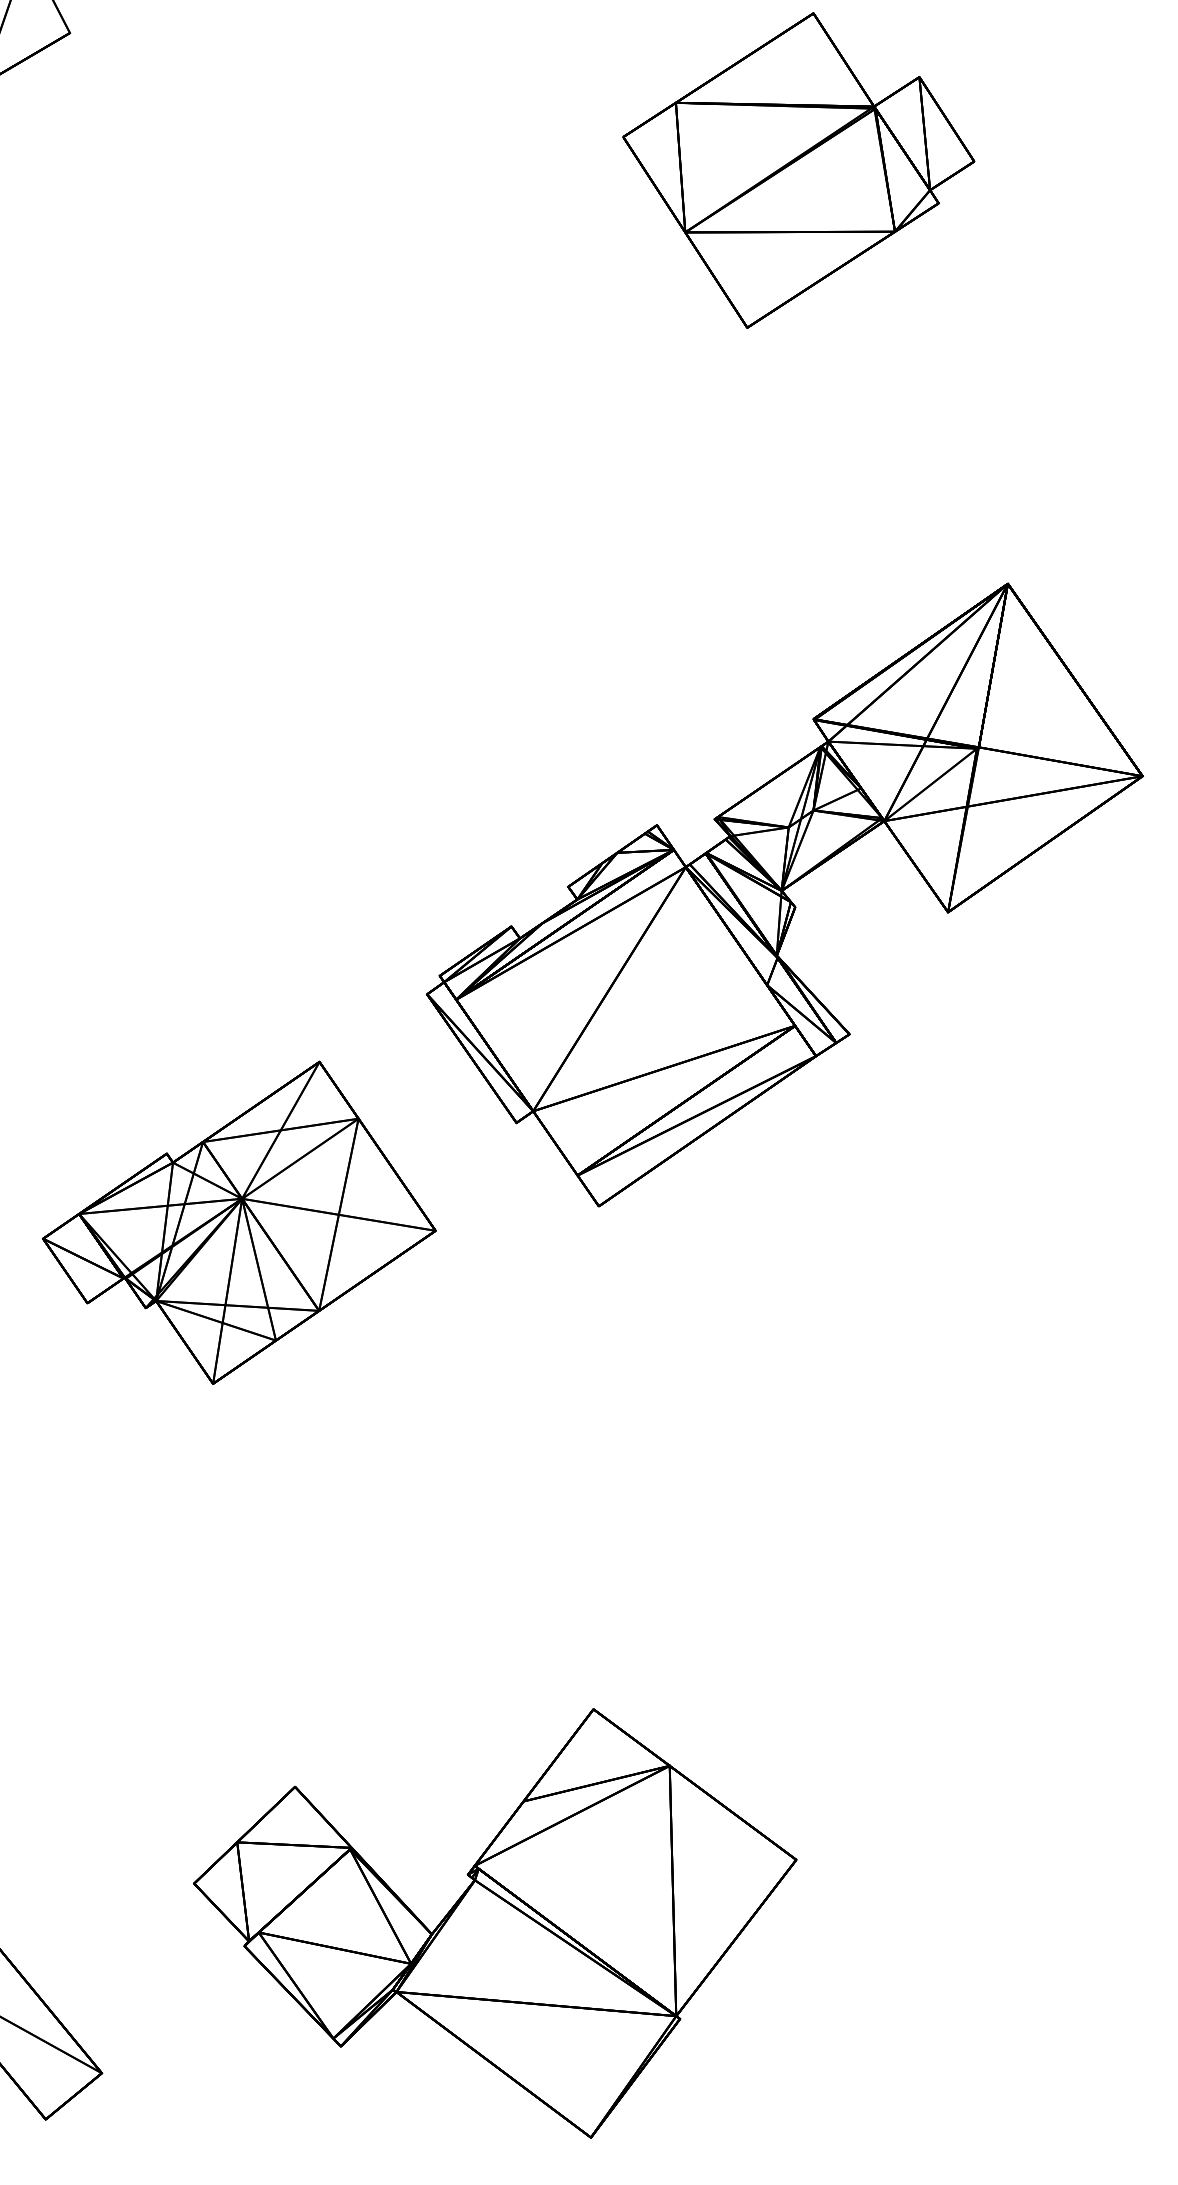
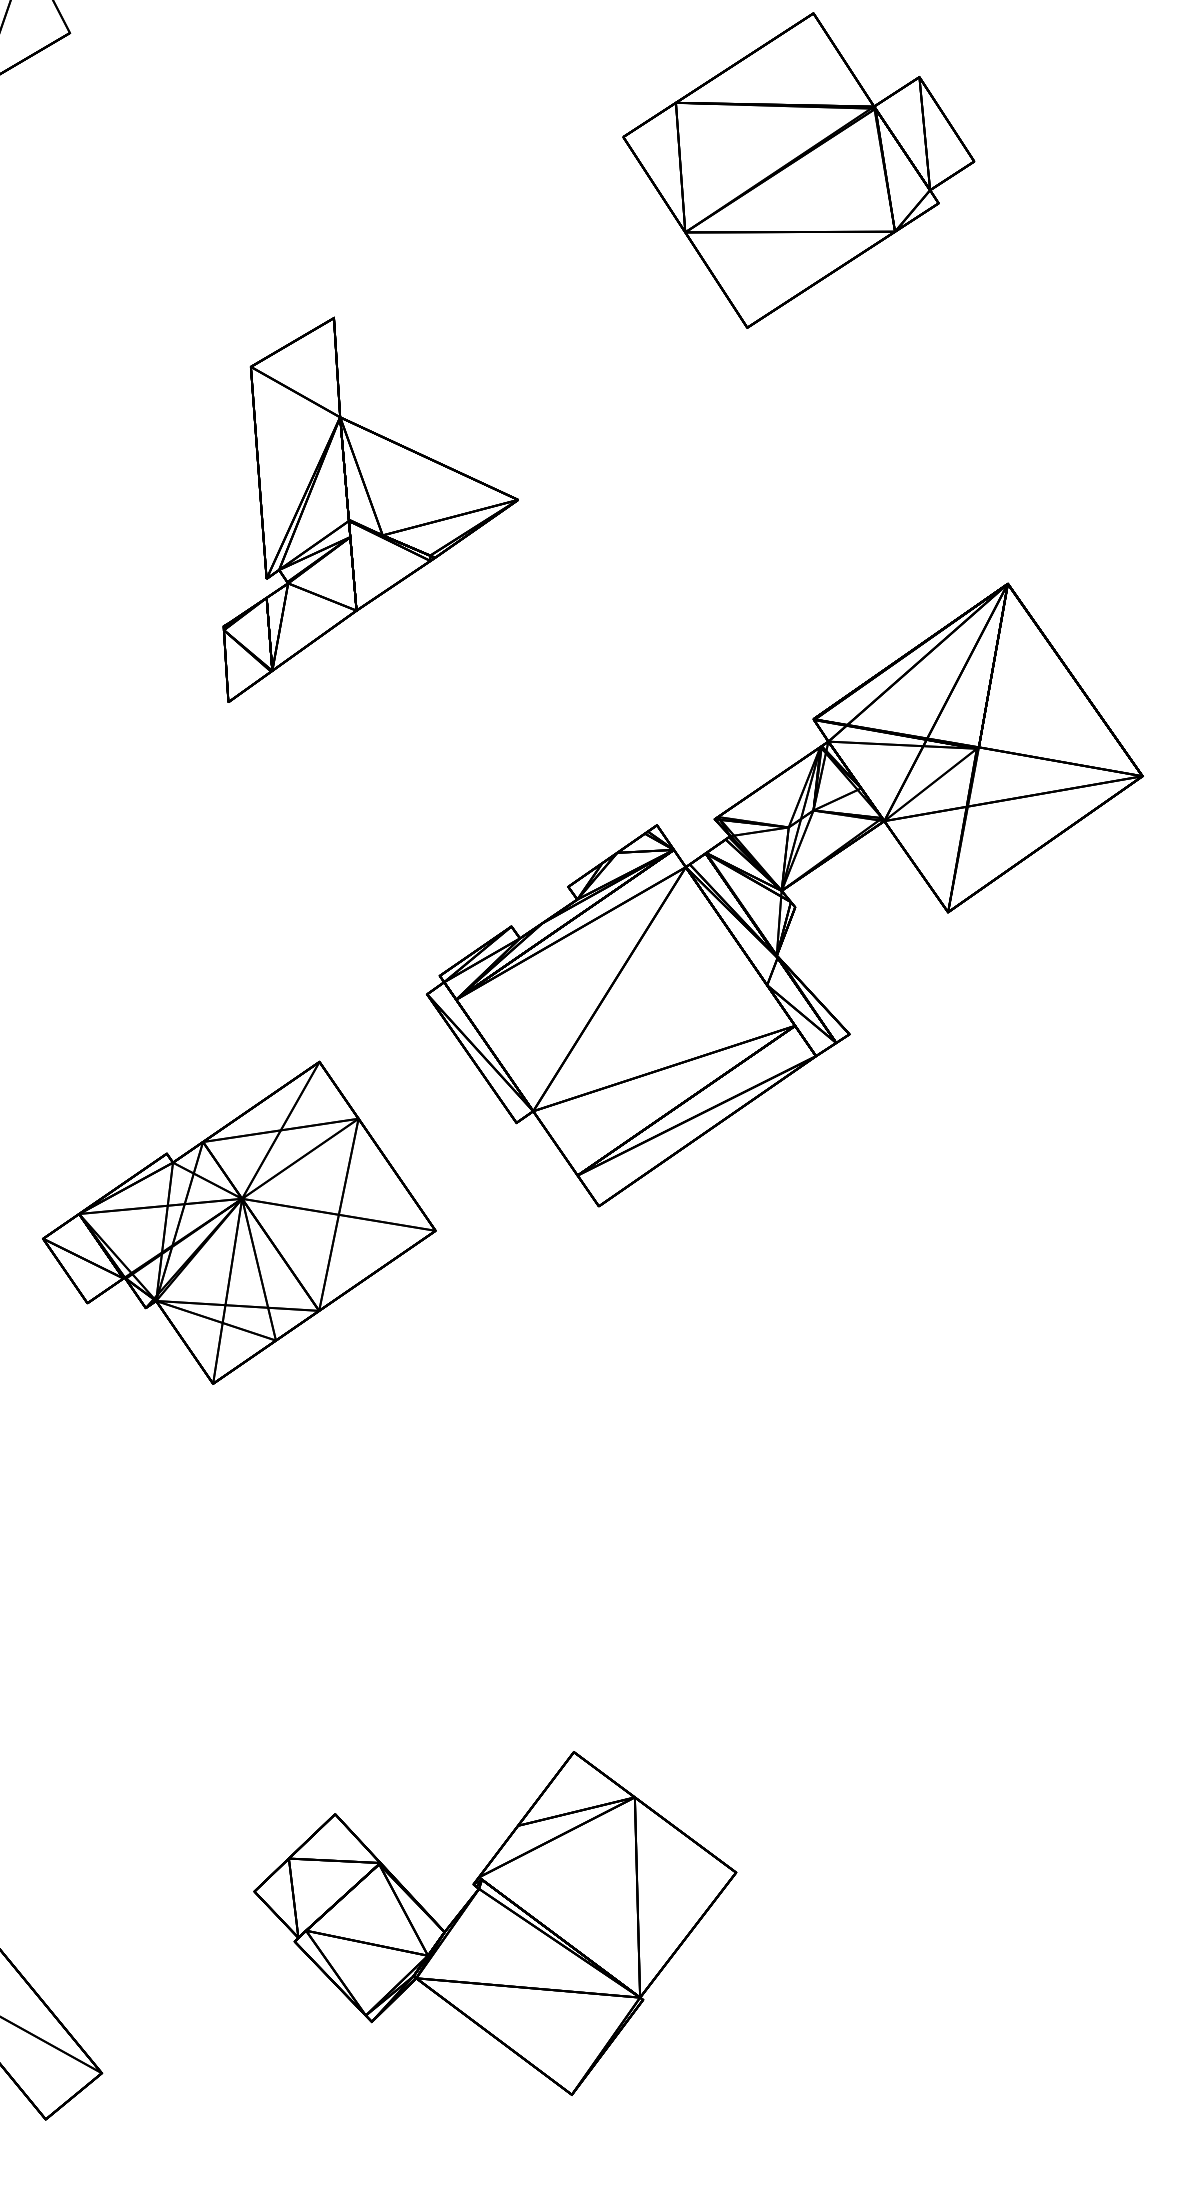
part at (370, 509): none -> present
part at (495, 1923) size: 605x431 px -> 485x345 px
